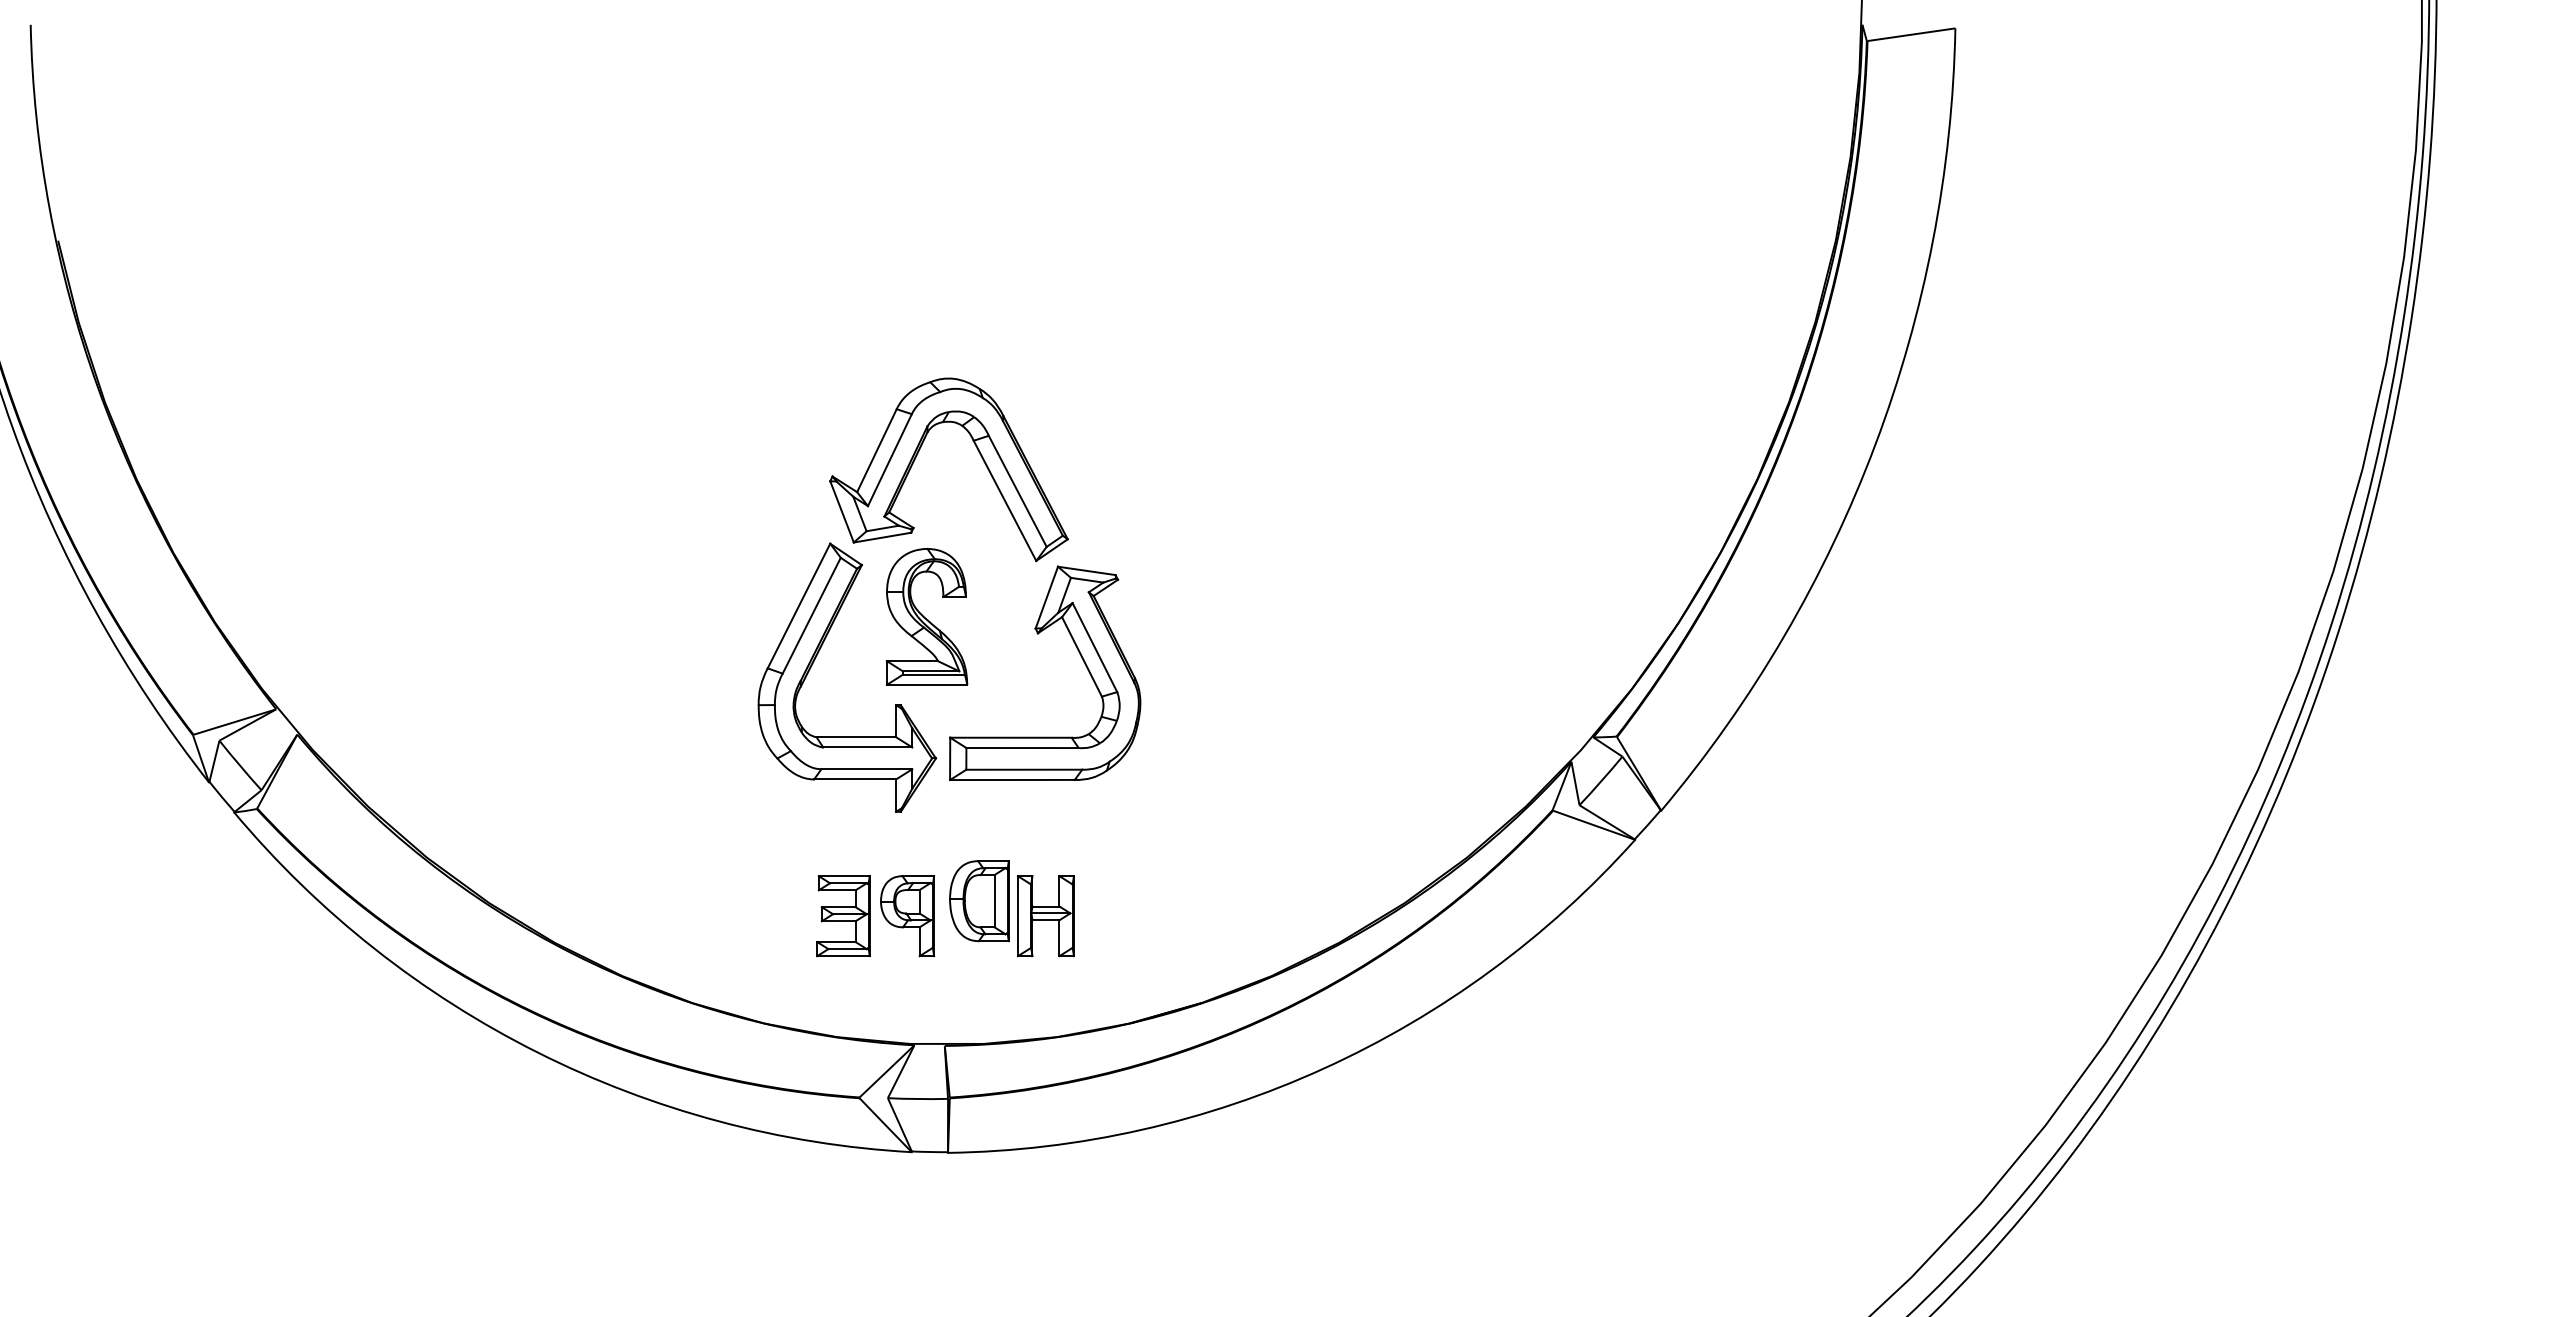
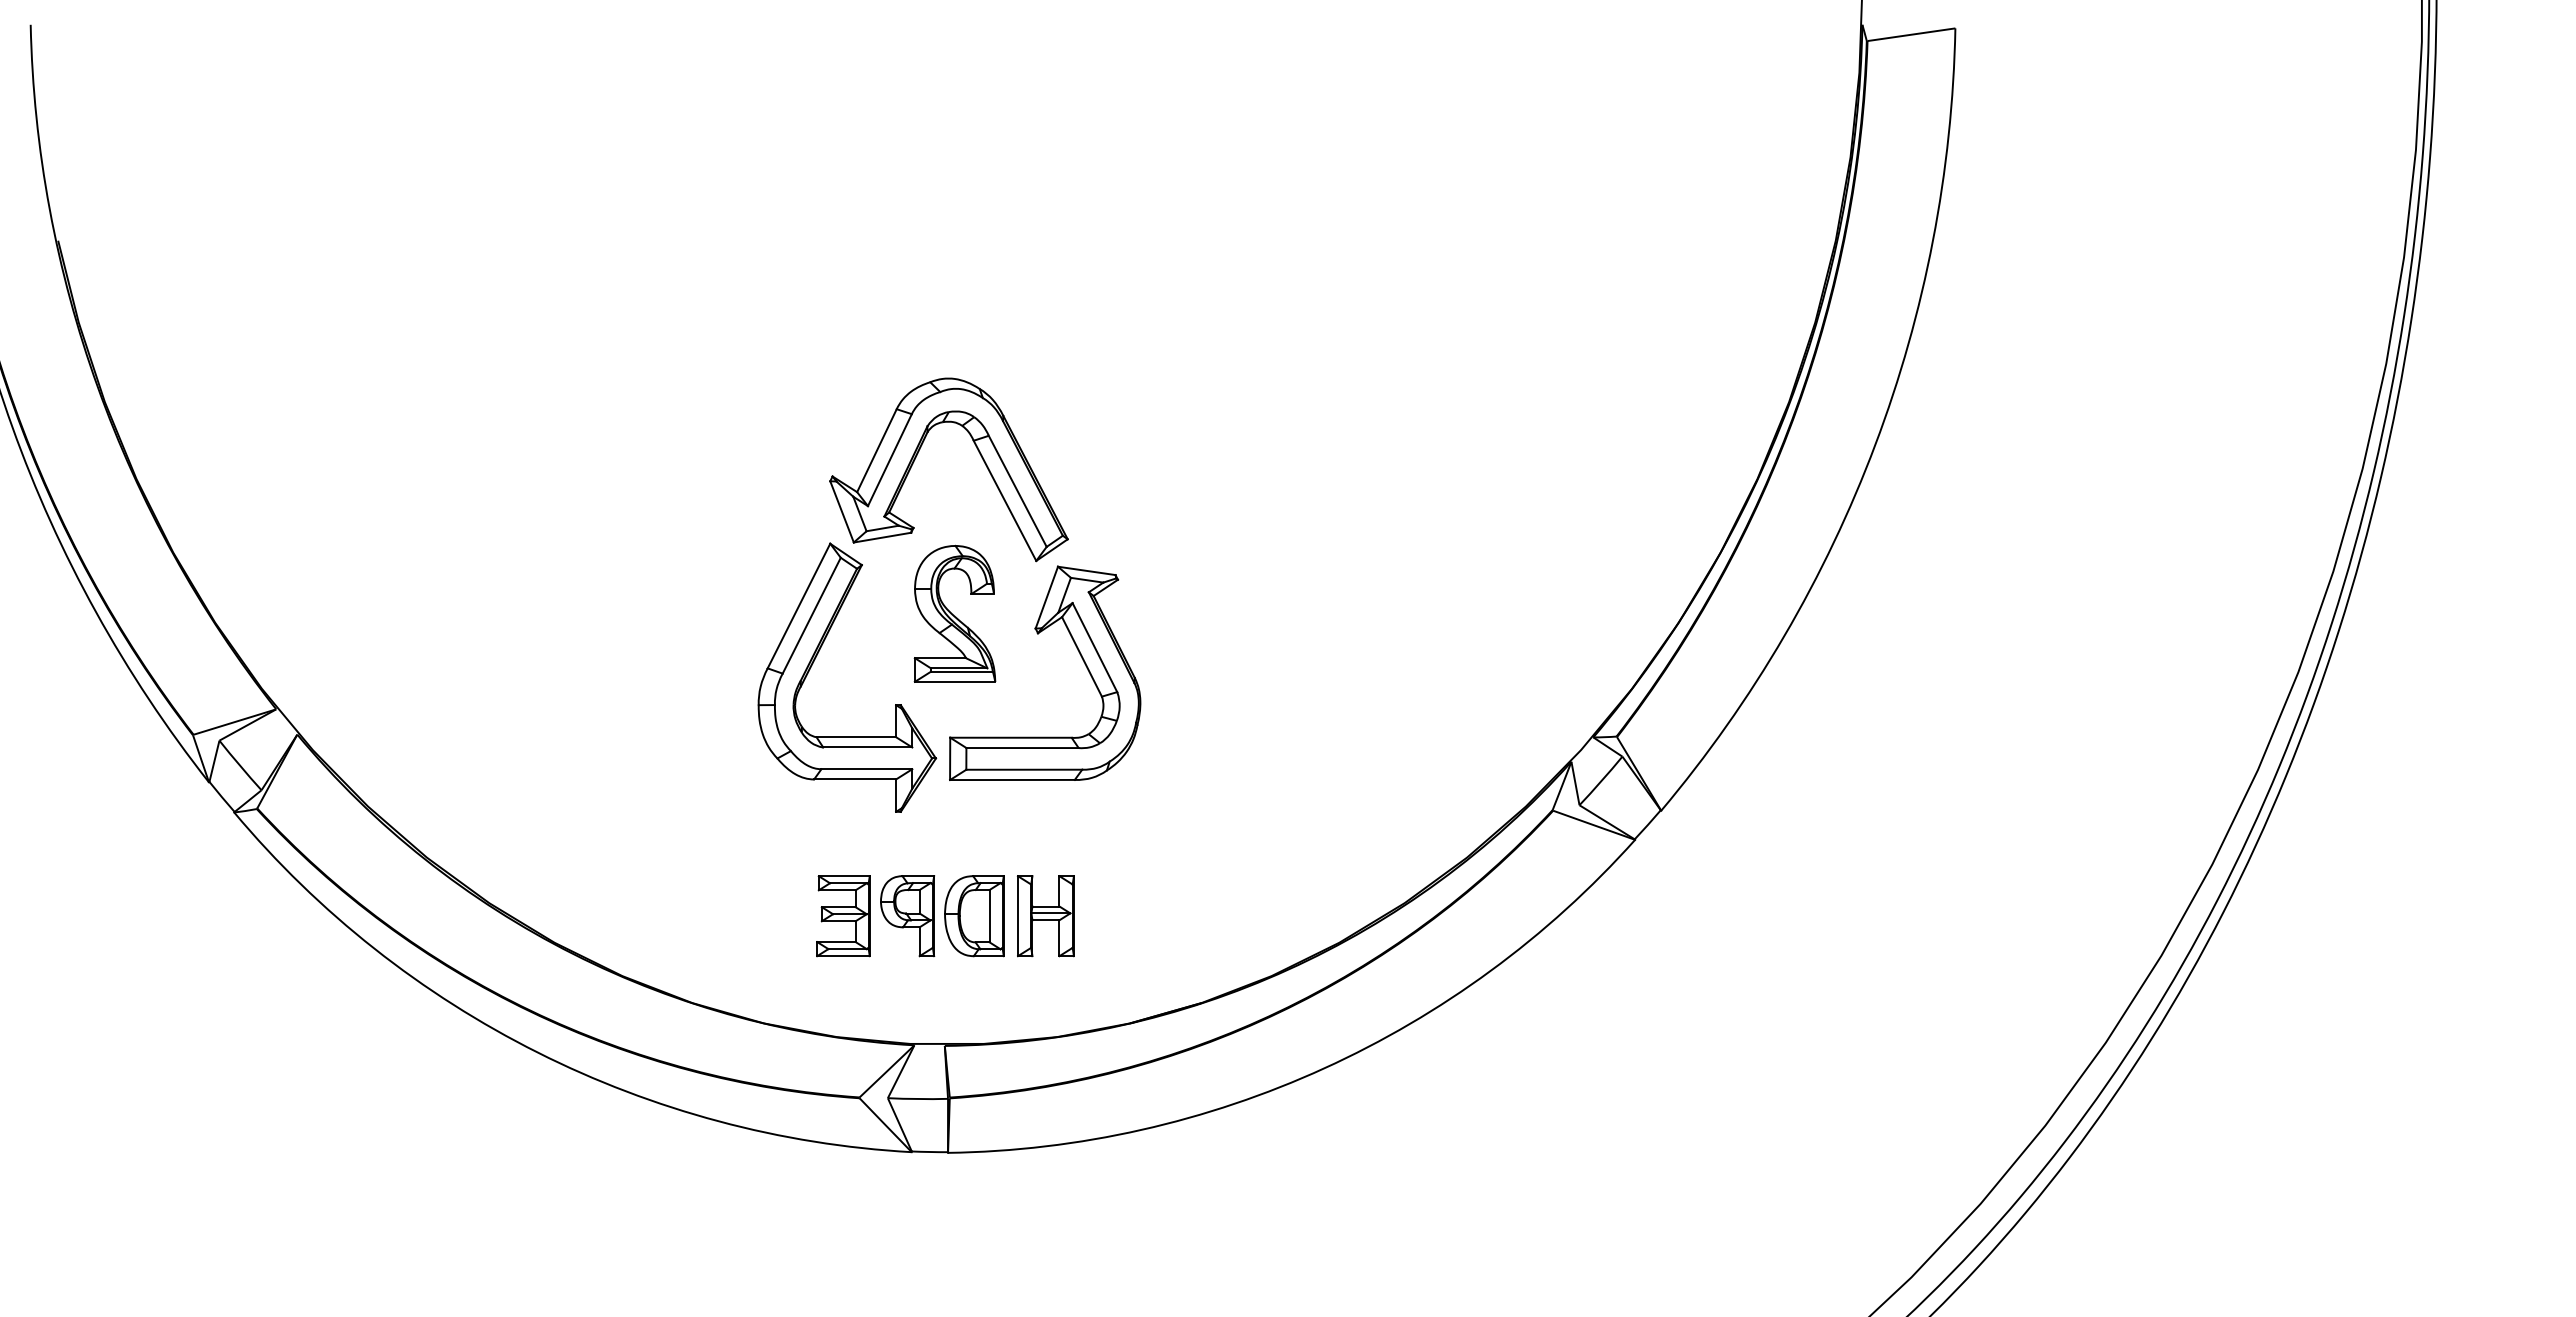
part at (926, 616) position: (926, 616) -> (954, 613)
part at (979, 901) position: (979, 901) -> (974, 916)
